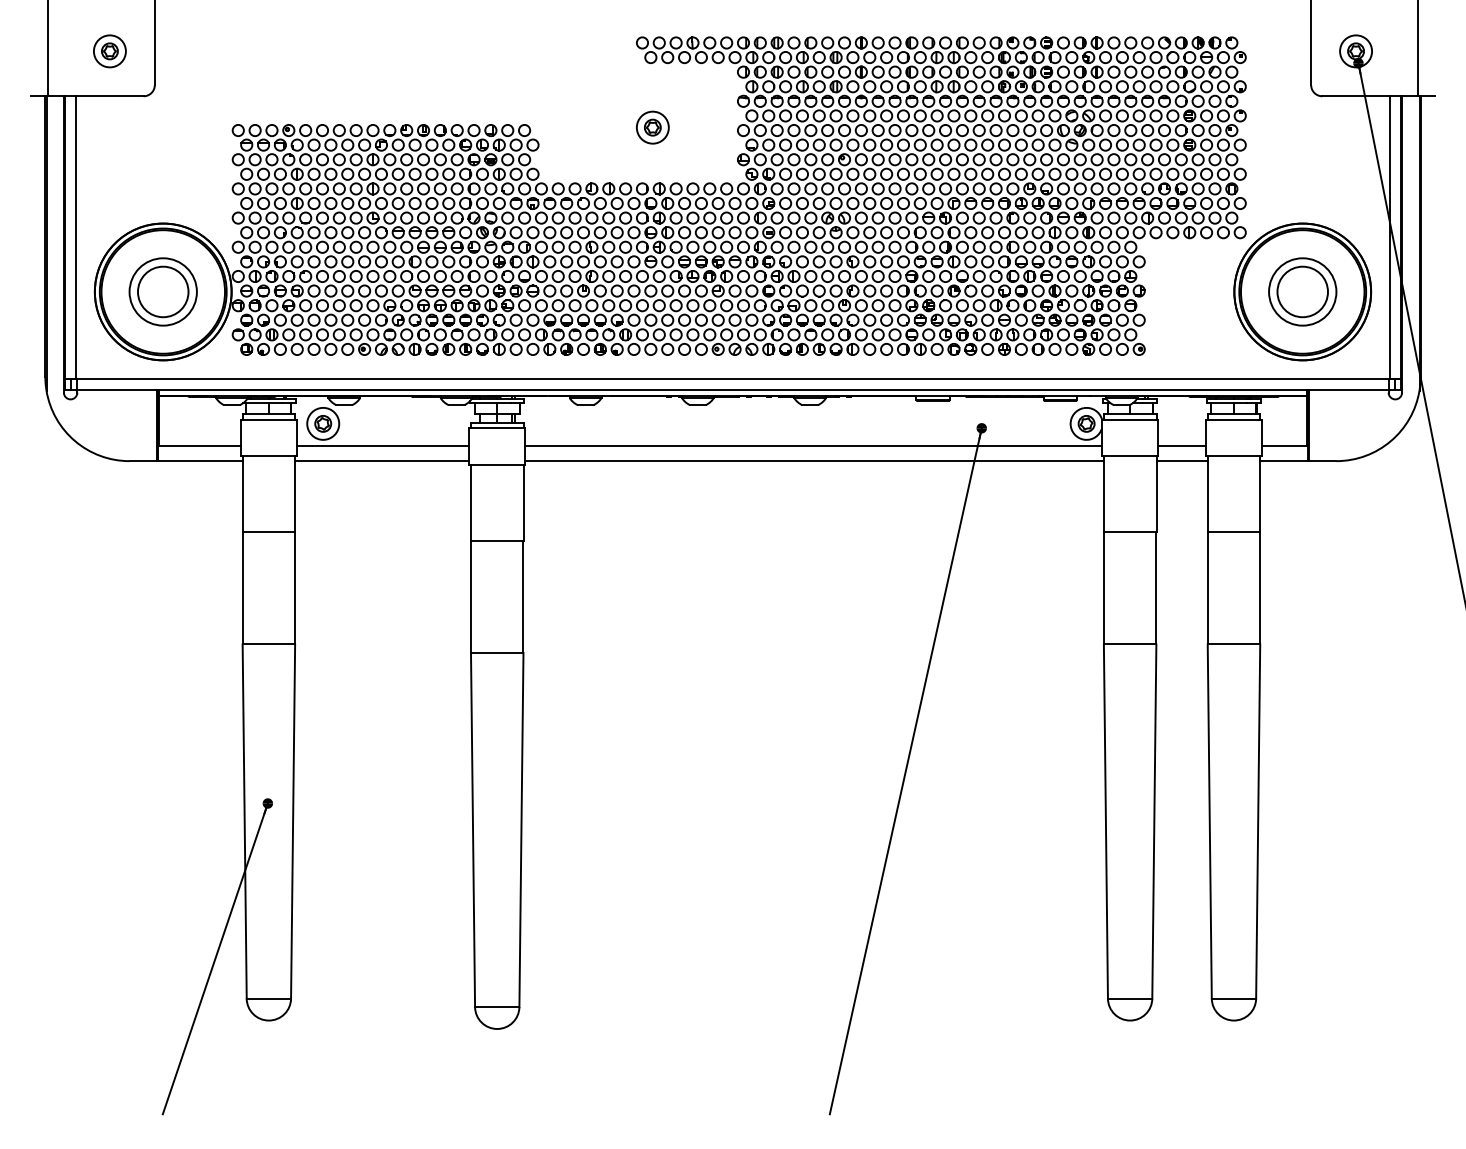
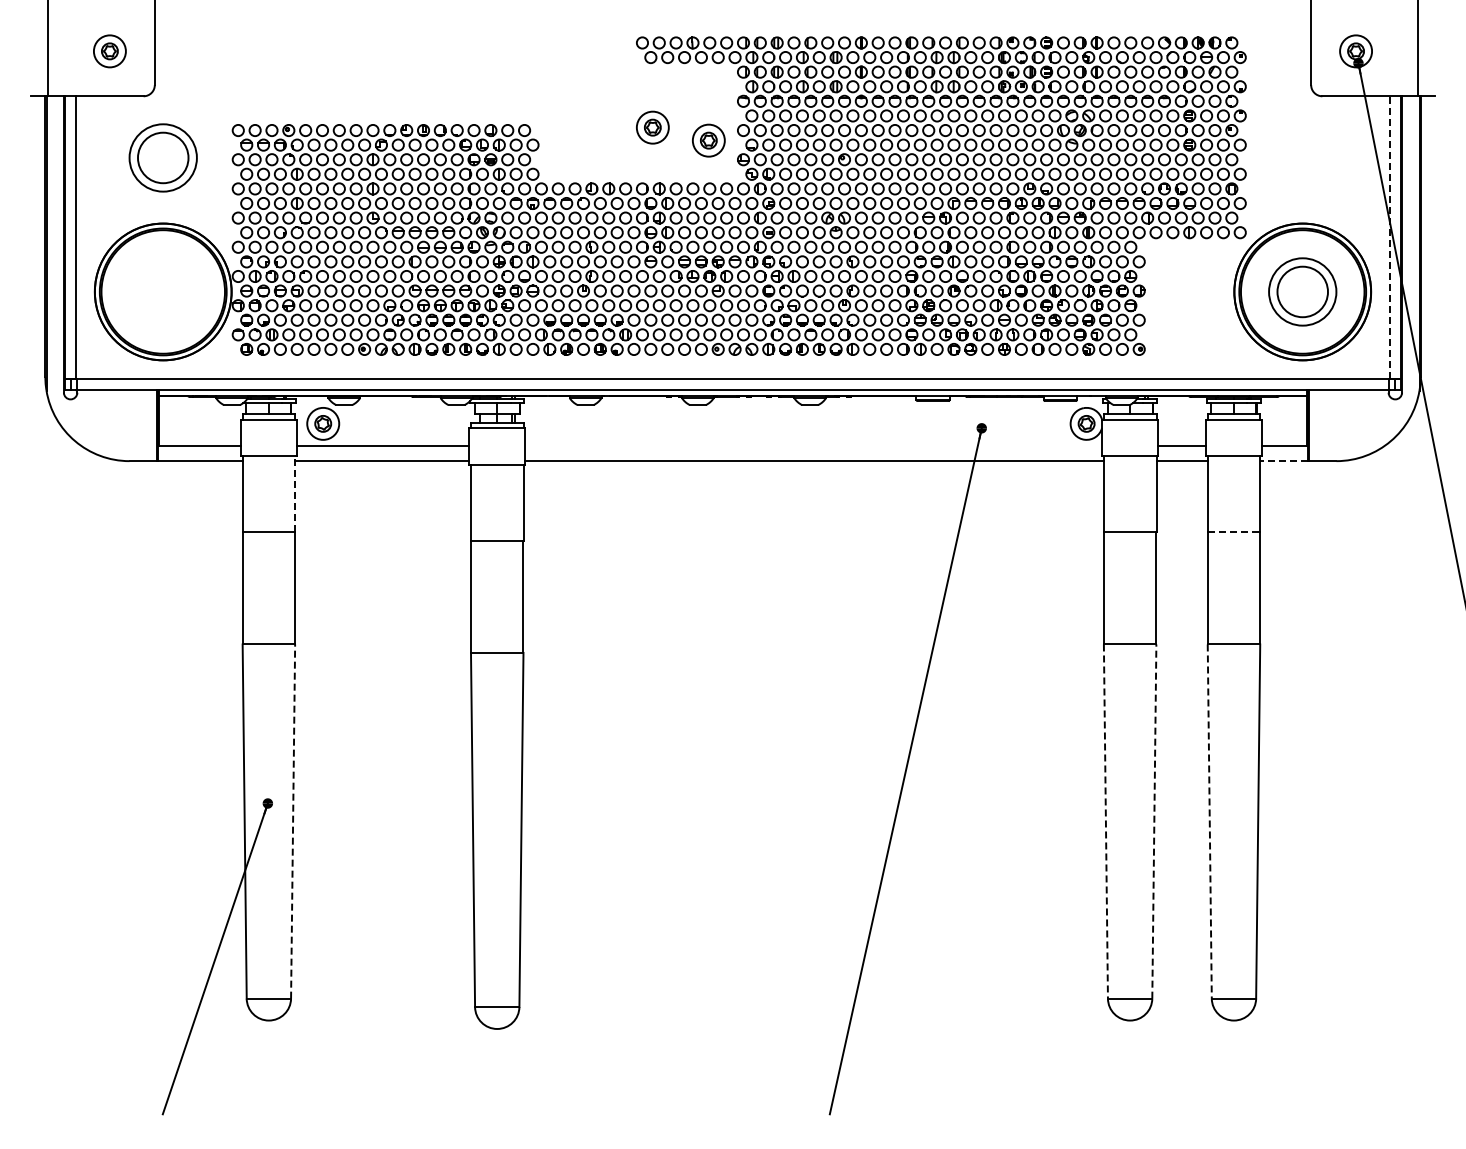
part at (708, 140): none -> present
line at (1389, 237): solid -> dashed
part at (162, 291) position: (162, 291) -> (162, 157)
line at (813, 446): present -> none
line at (1284, 461): solid -> dashed
line at (295, 494): solid -> dashed
line at (1234, 532): solid -> dashed
line at (293, 821): solid -> dashed
line at (1154, 821): solid -> dashed
line at (1105, 822): solid -> dashed
line at (1209, 822): solid -> dashed
